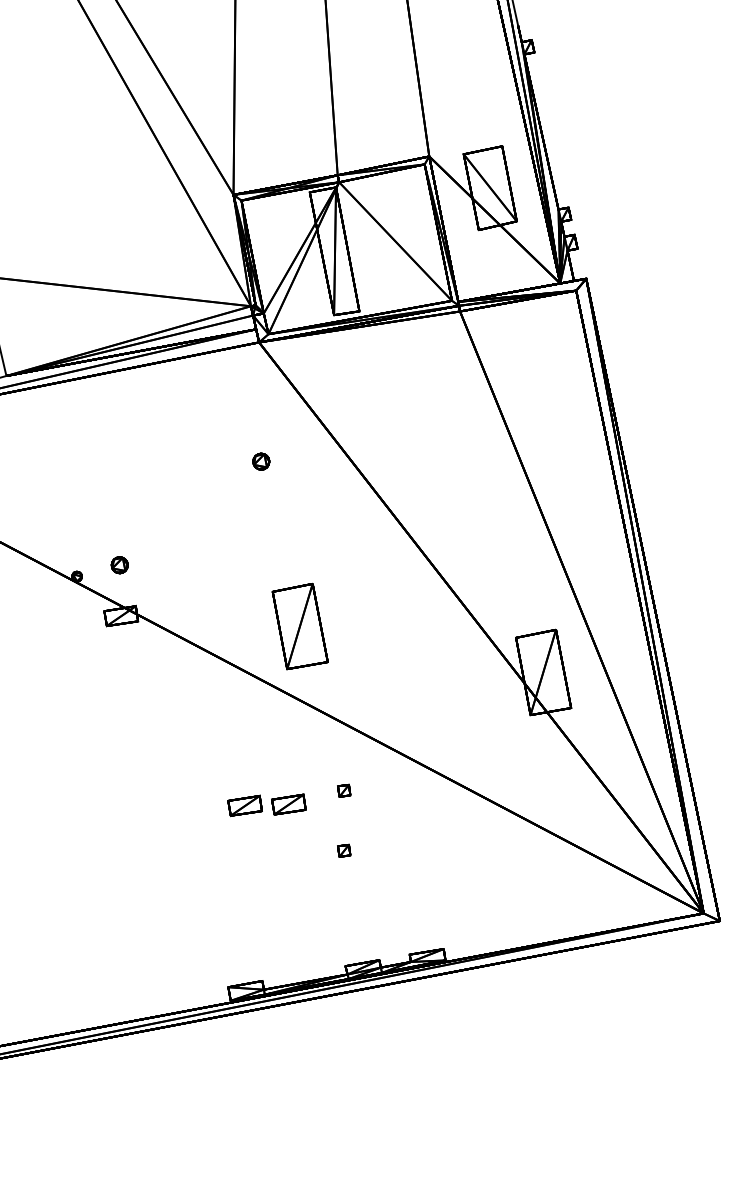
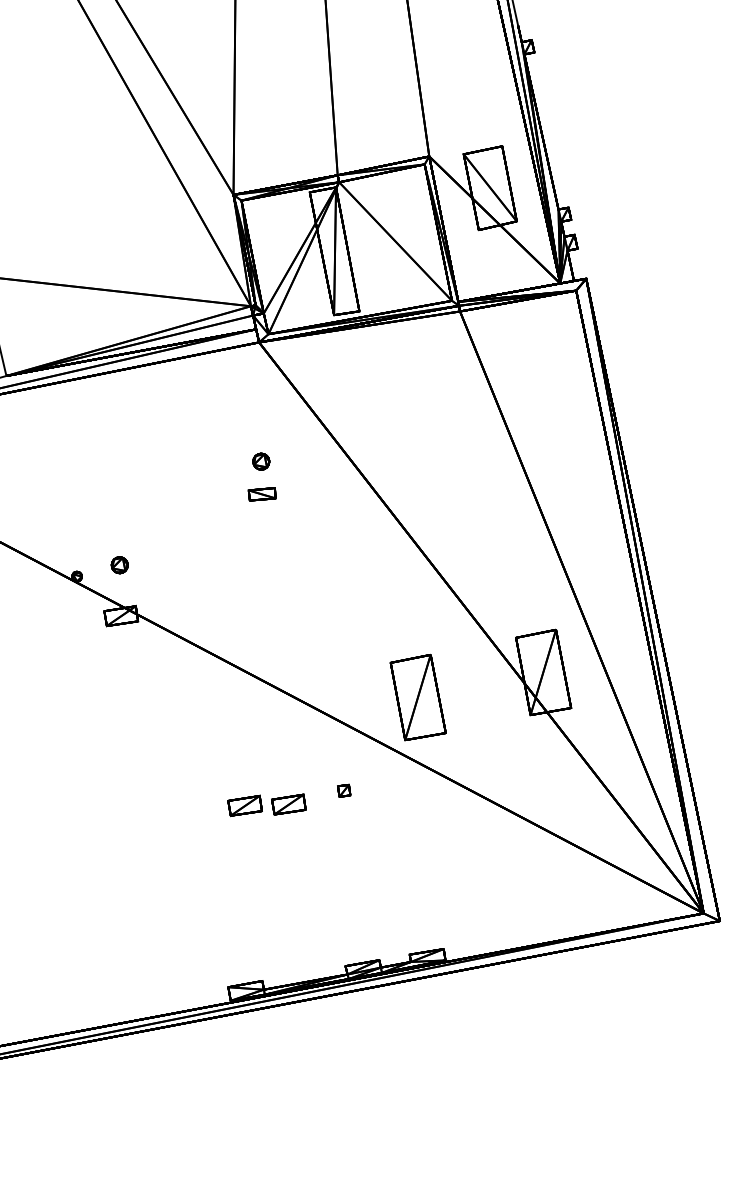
part at (261, 494): none -> present
part at (299, 626) position: (299, 626) -> (417, 697)
part at (344, 850): present -> none
